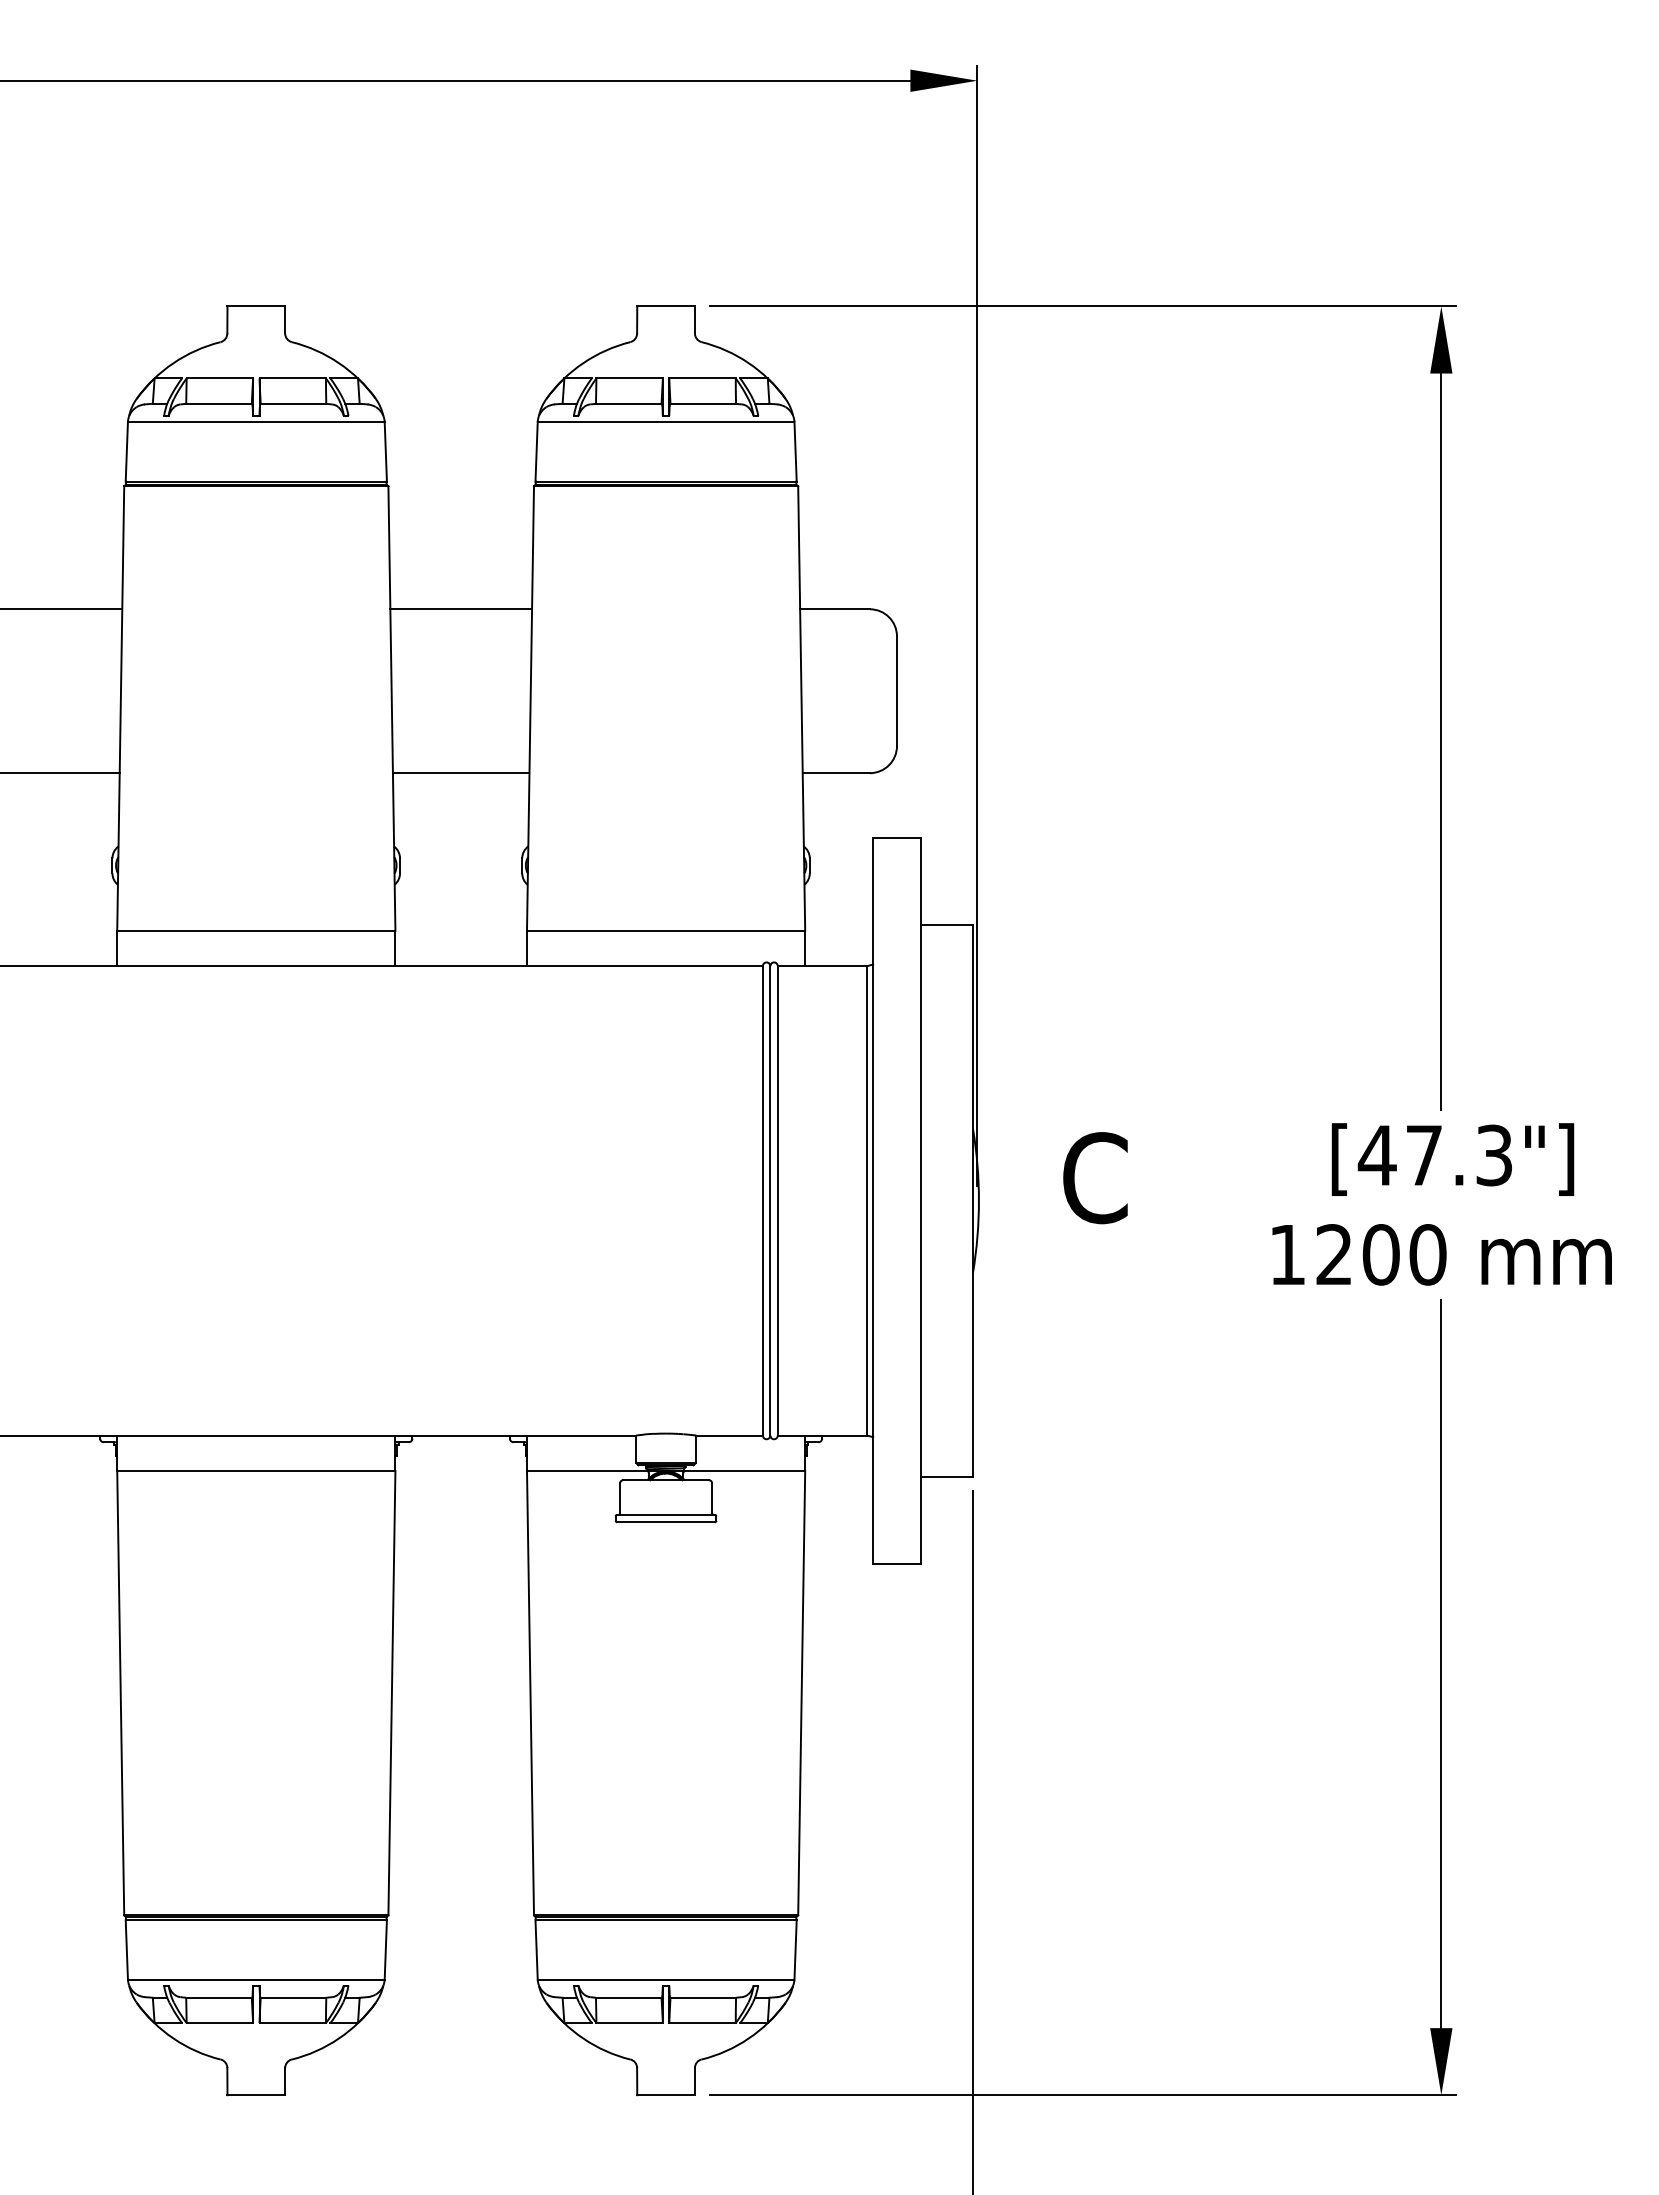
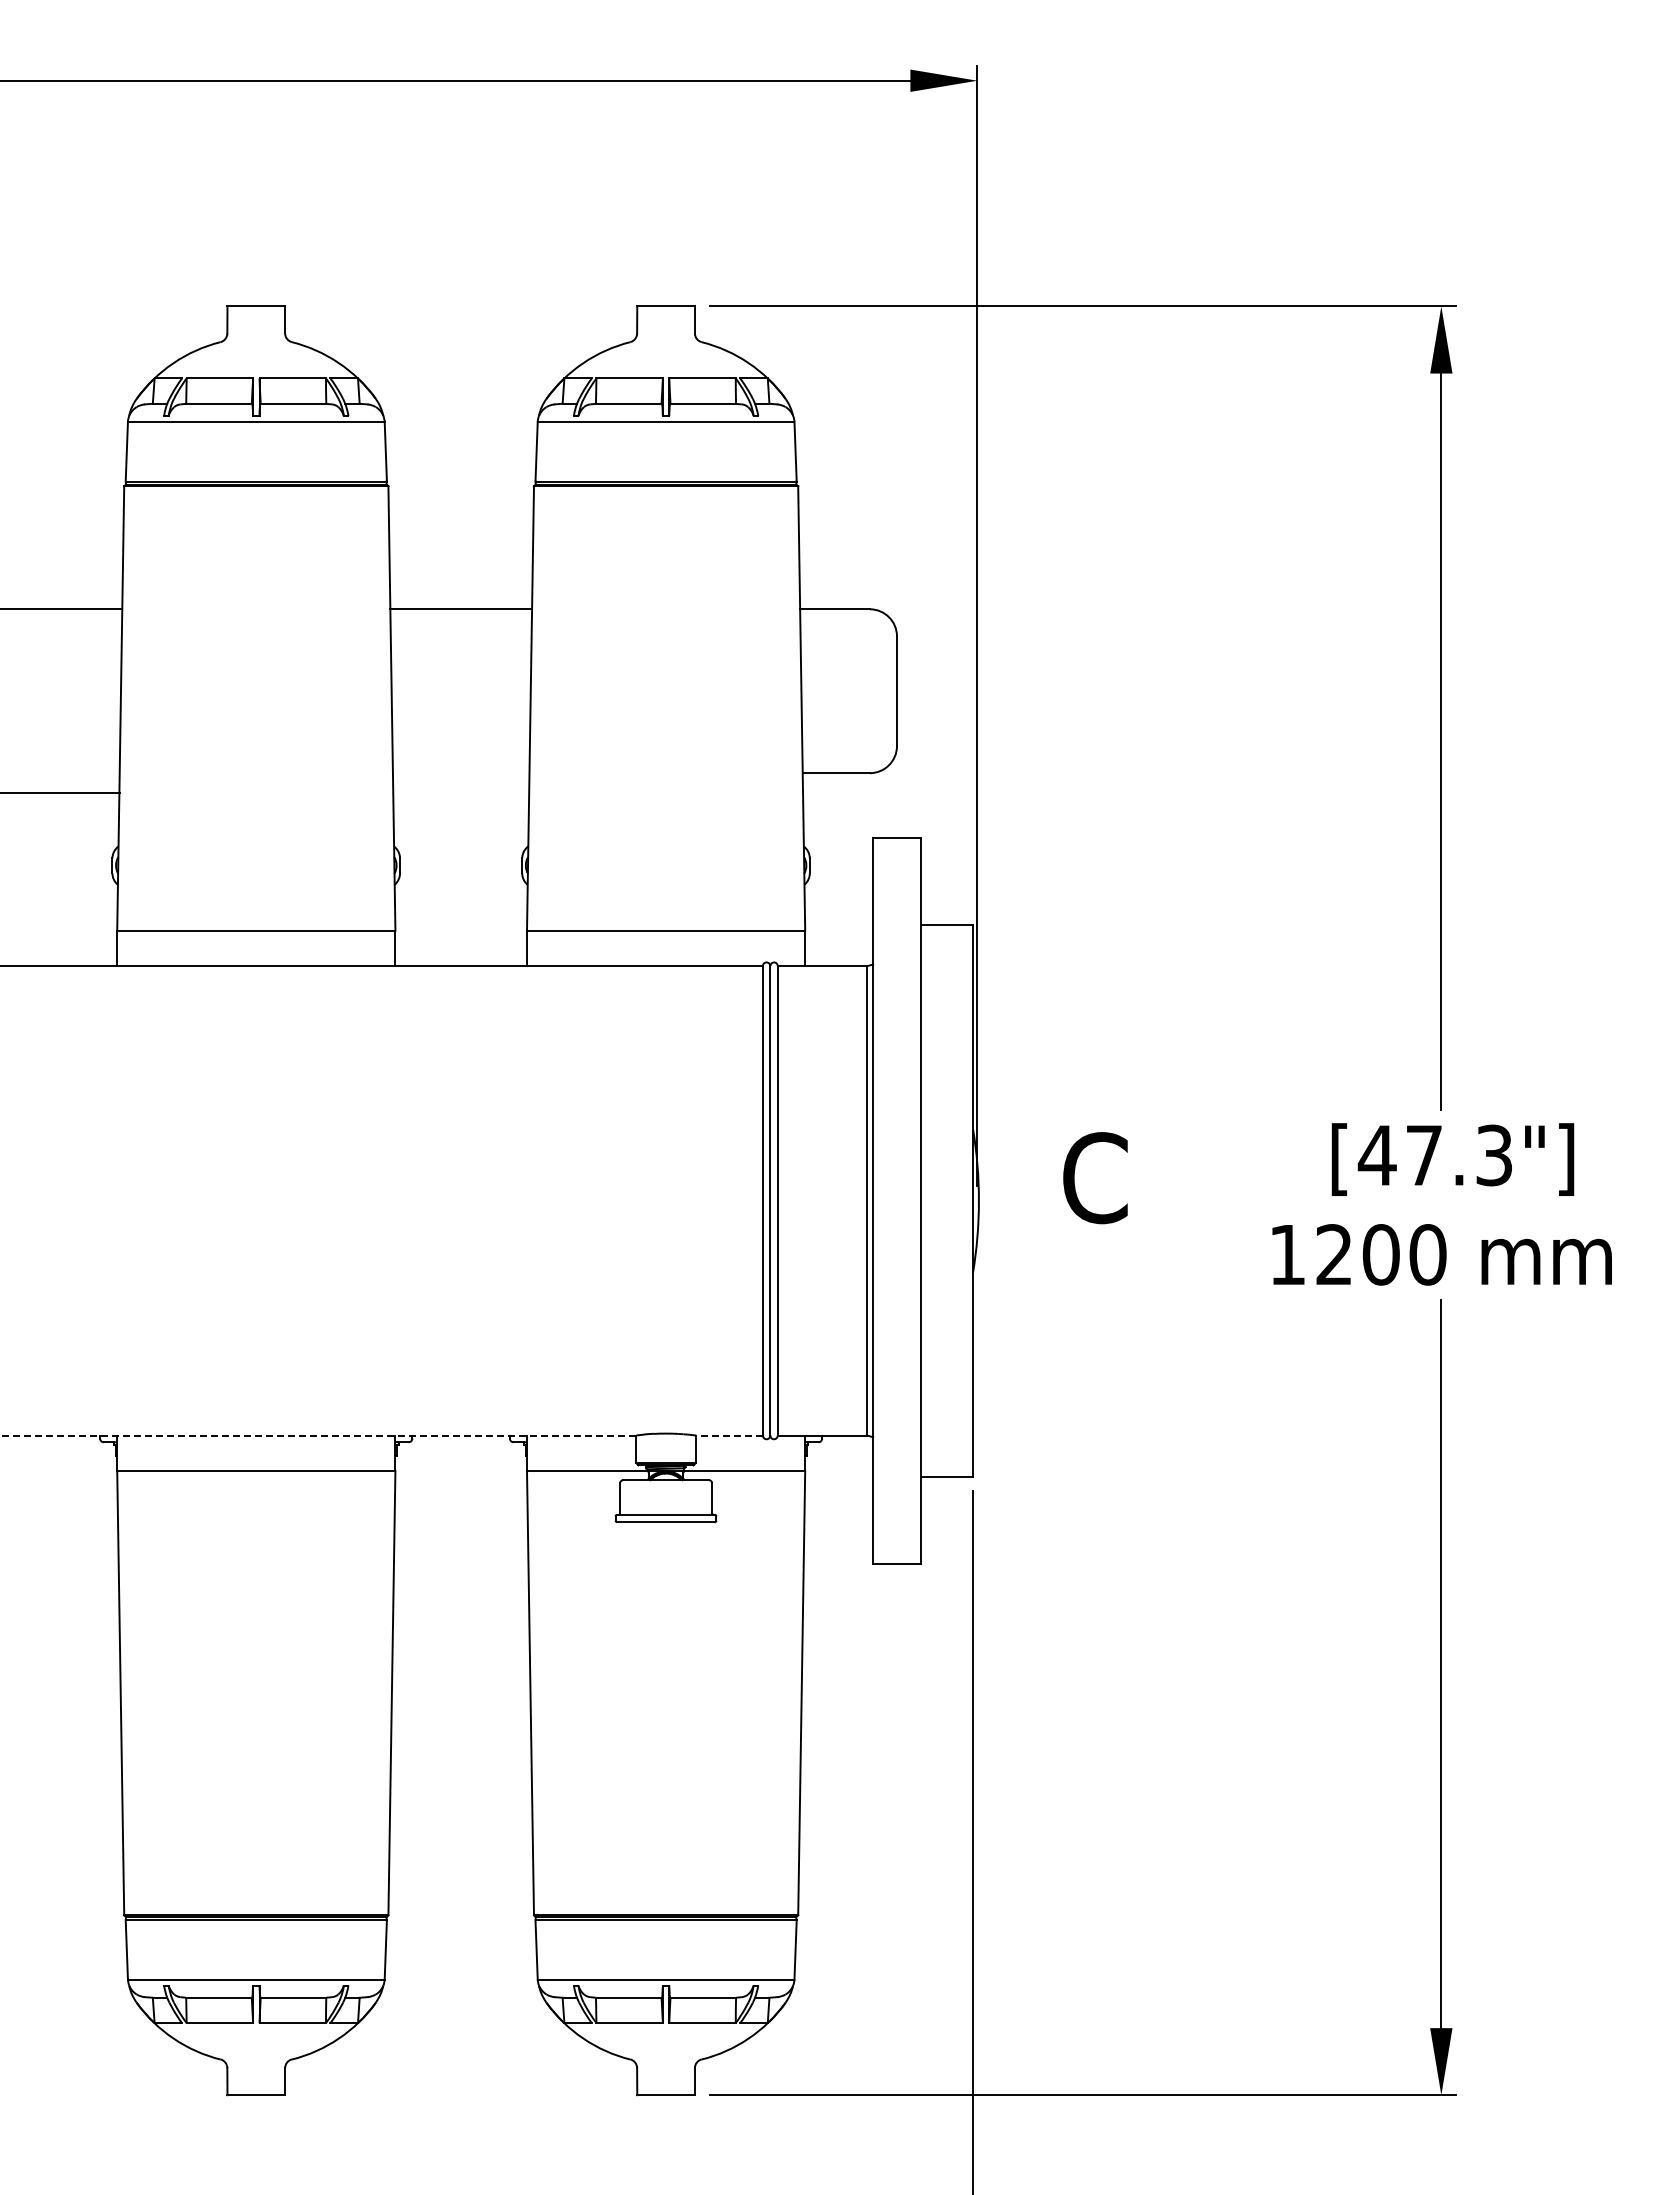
line at (60, 773) position: (60, 773) -> (60, 793)
line at (460, 773): present -> none
line at (318, 1435): solid -> dashed
line at (729, 1435): solid -> dashed
